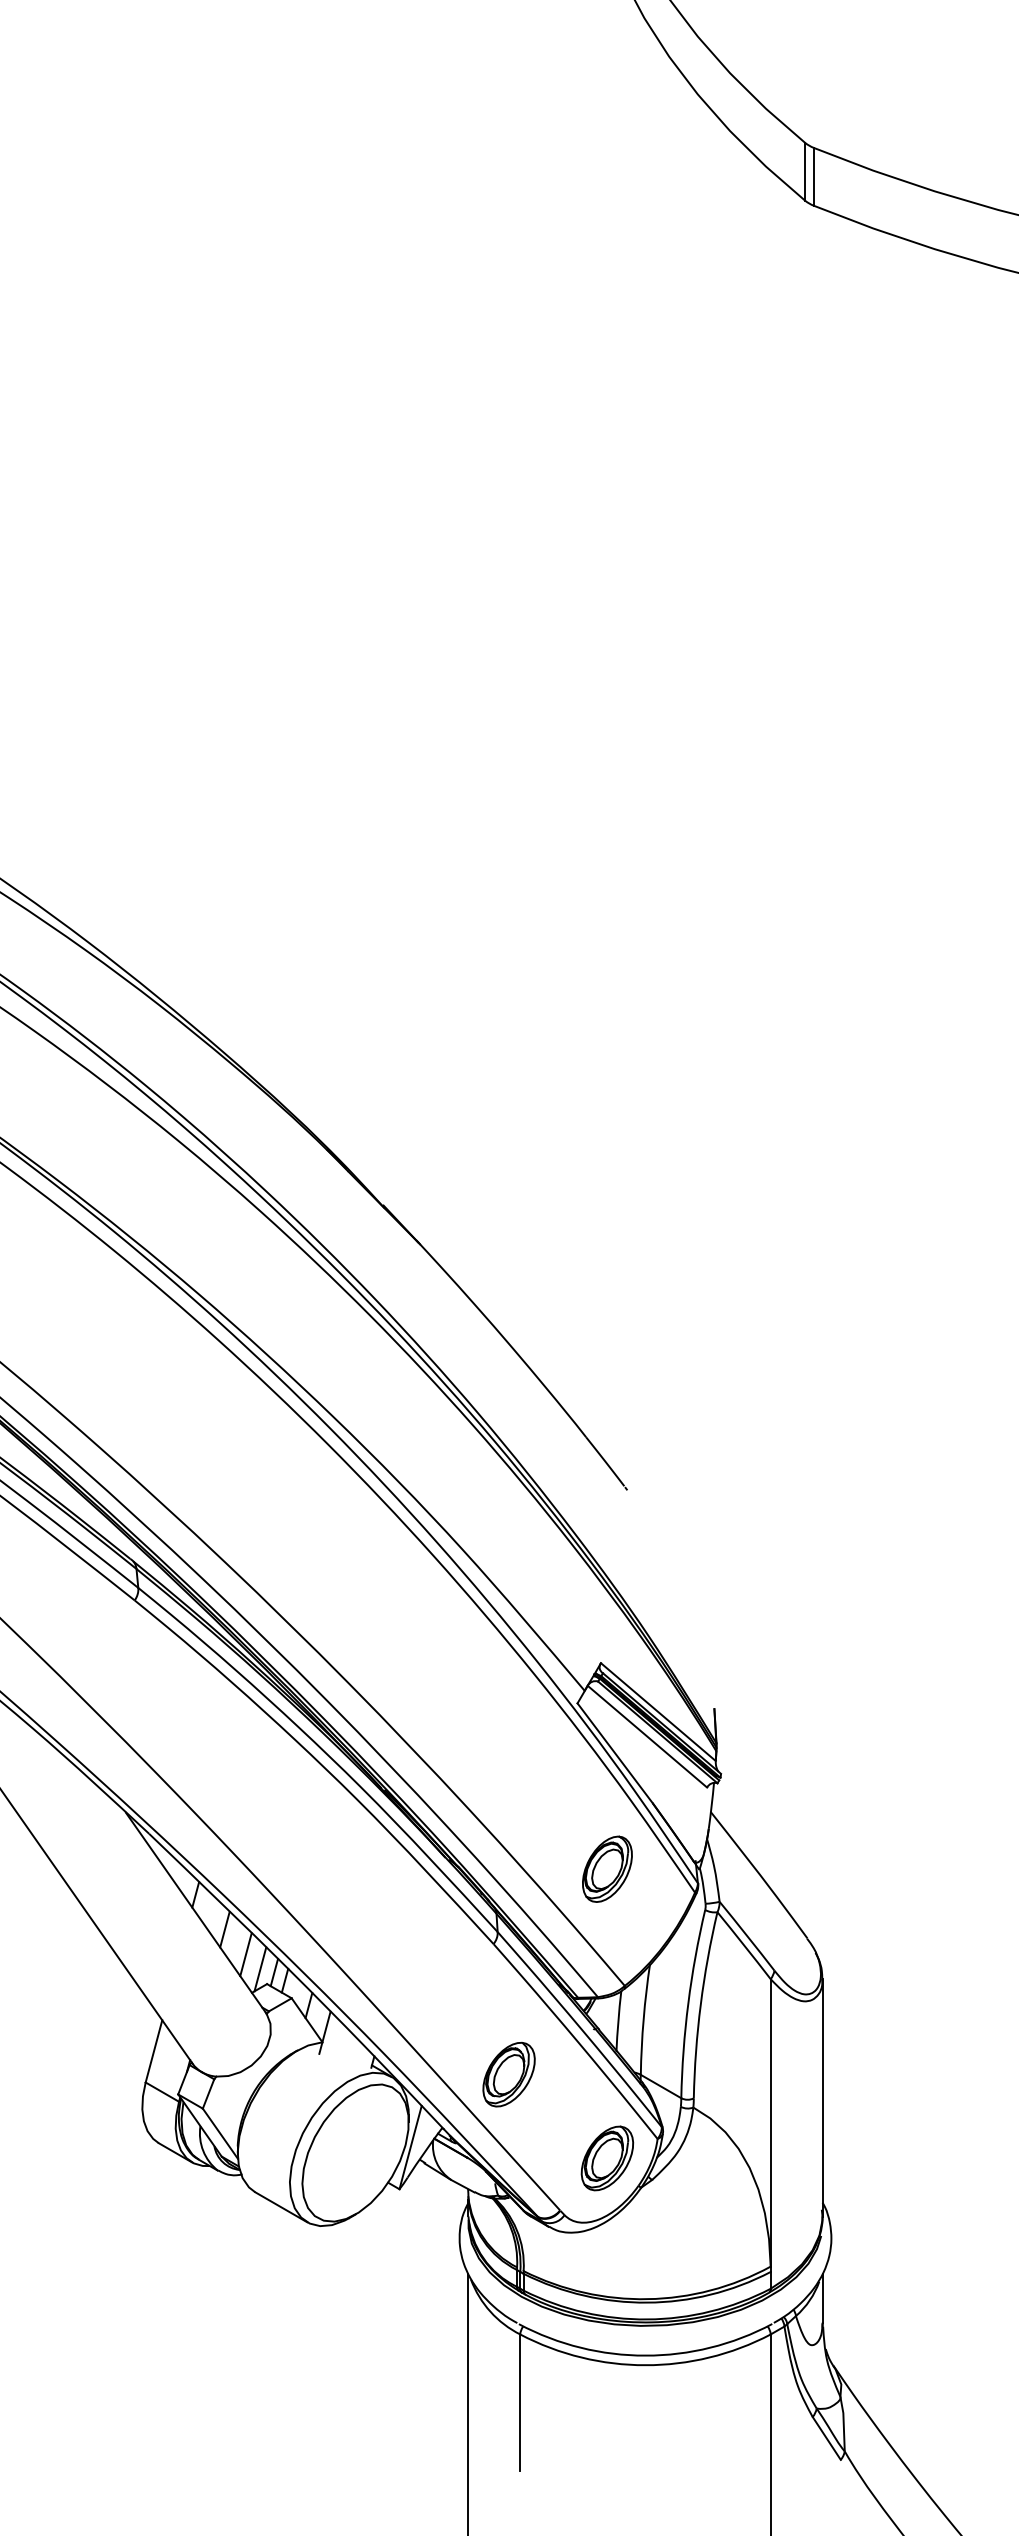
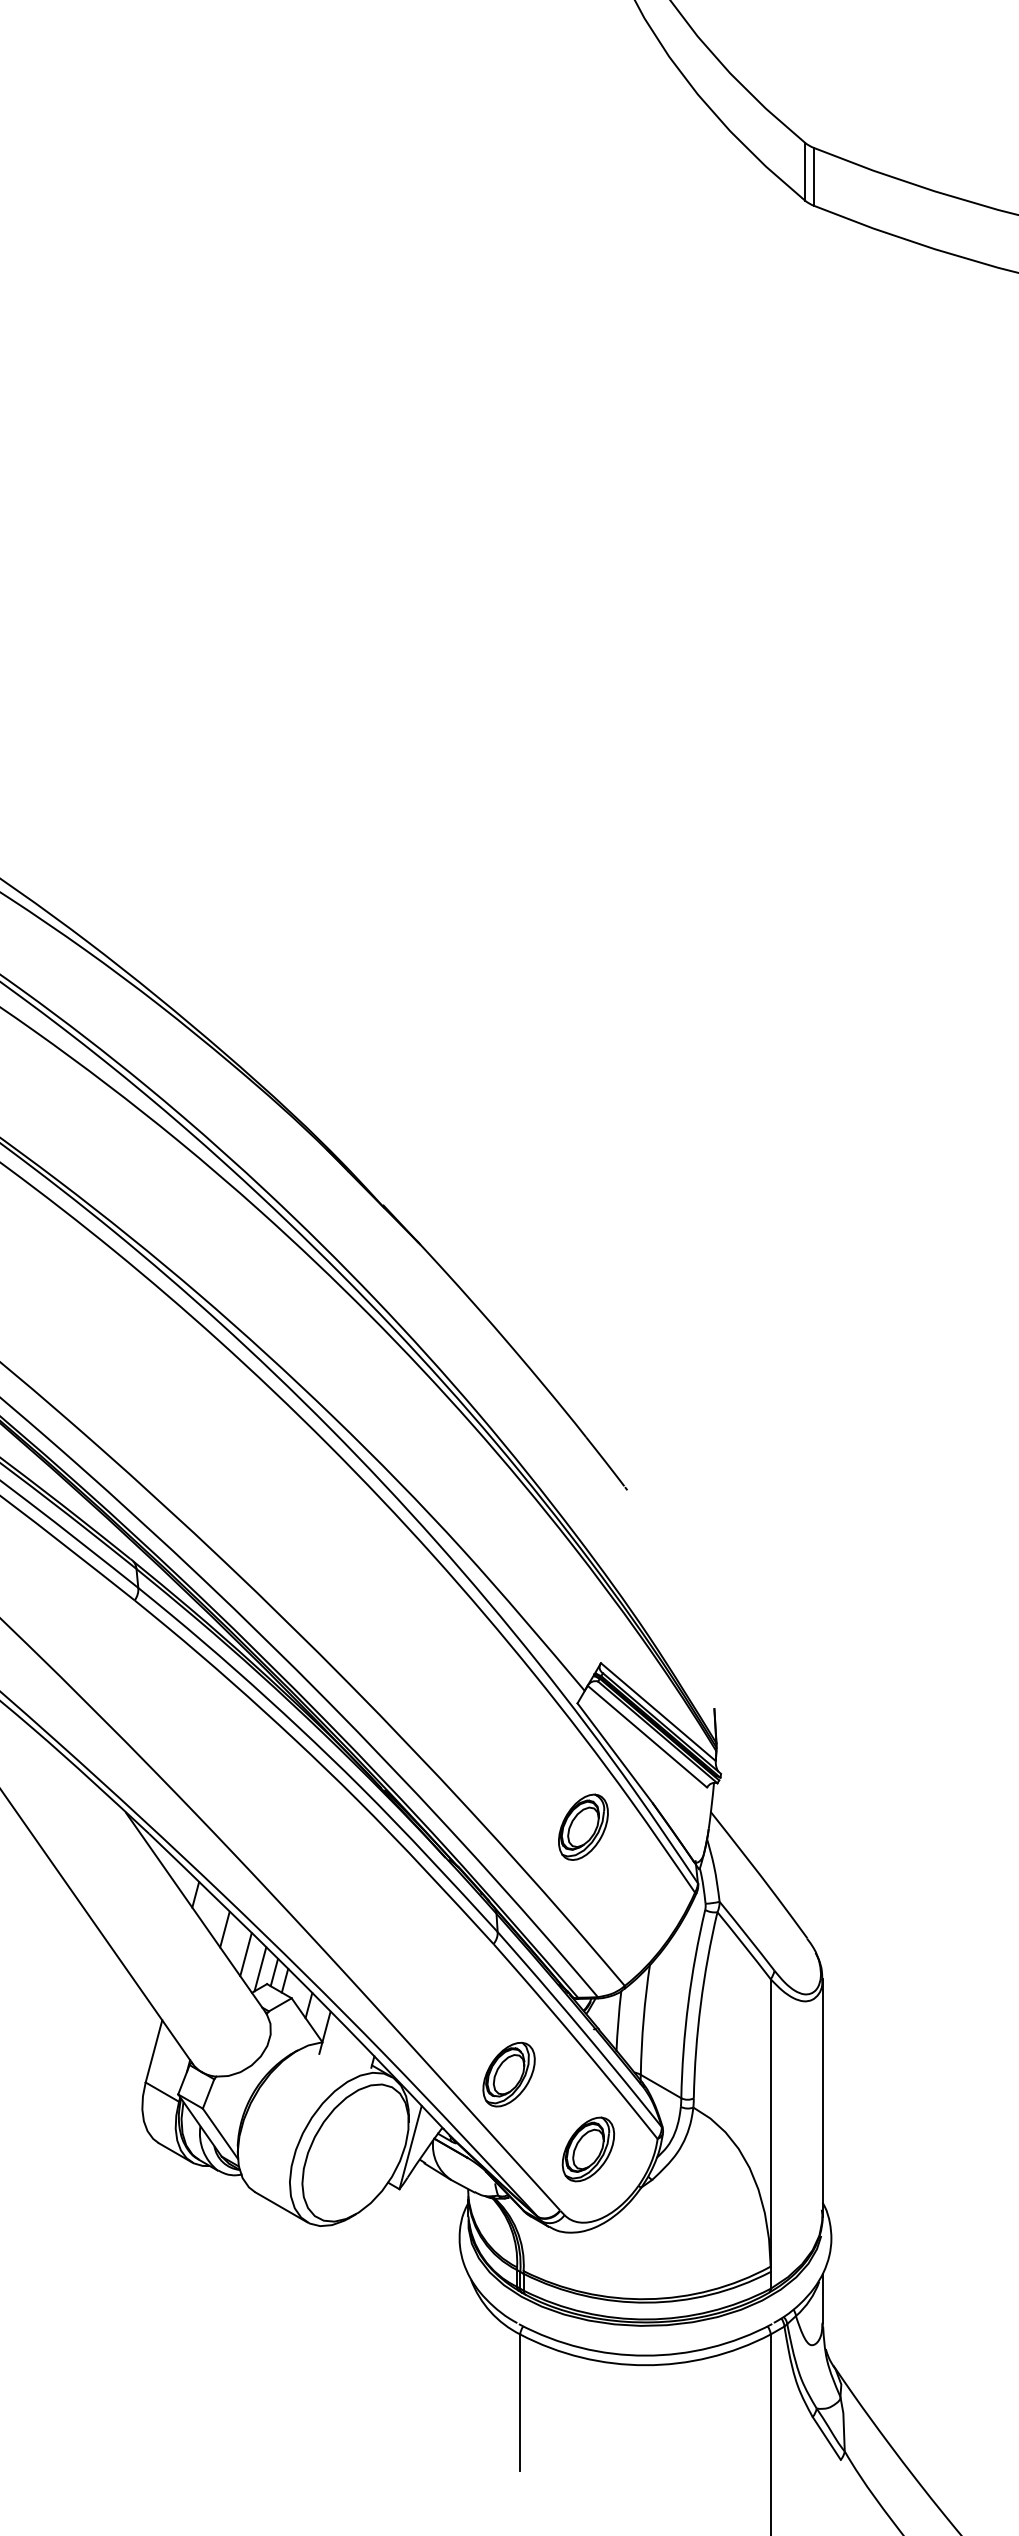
part at (607, 1868) position: (607, 1868) -> (583, 1826)
part at (607, 2158) position: (607, 2158) -> (588, 2149)
line at (468, 2402): present -> none
